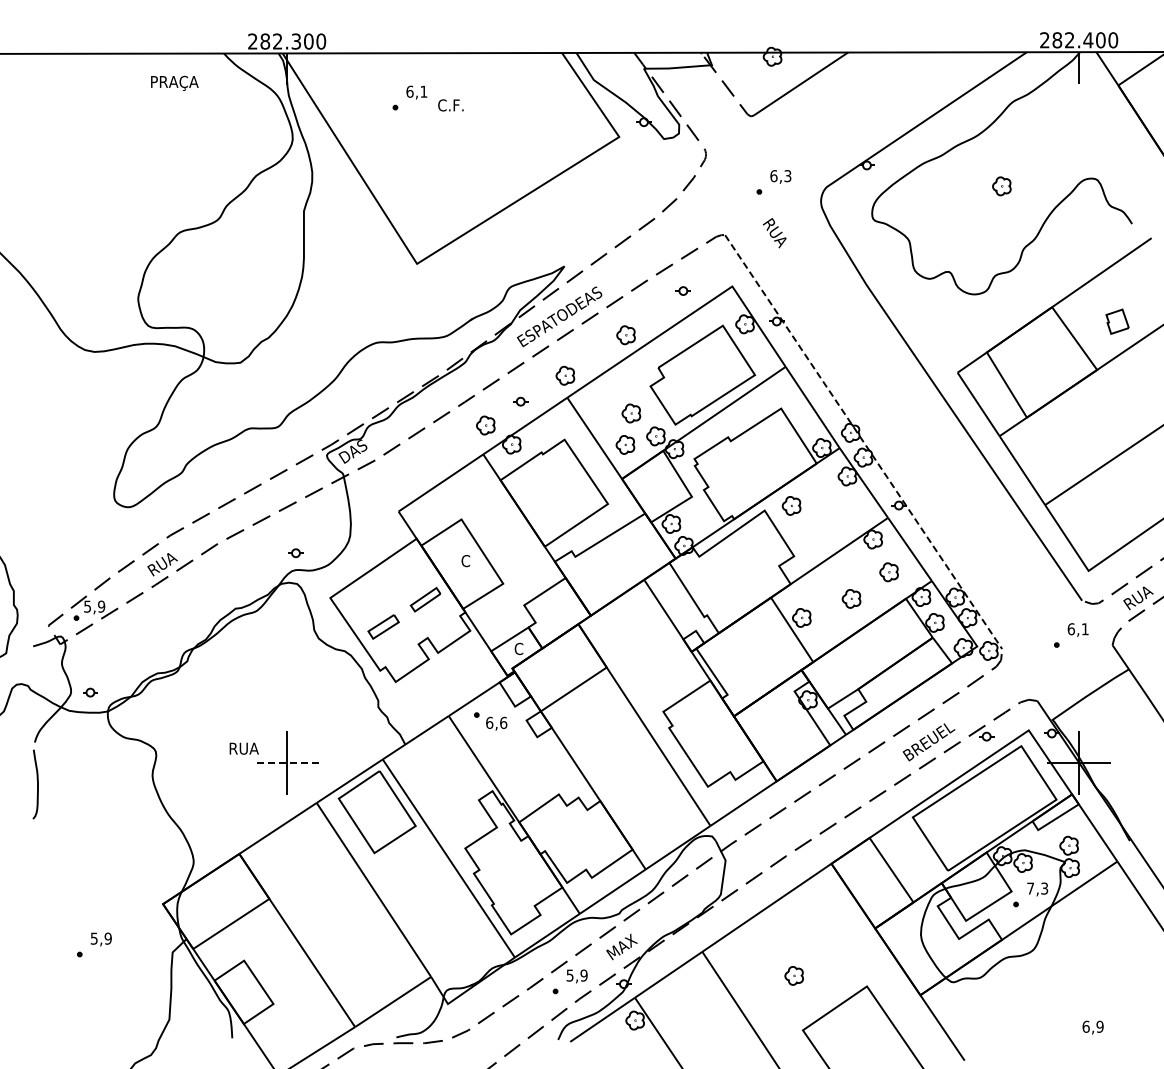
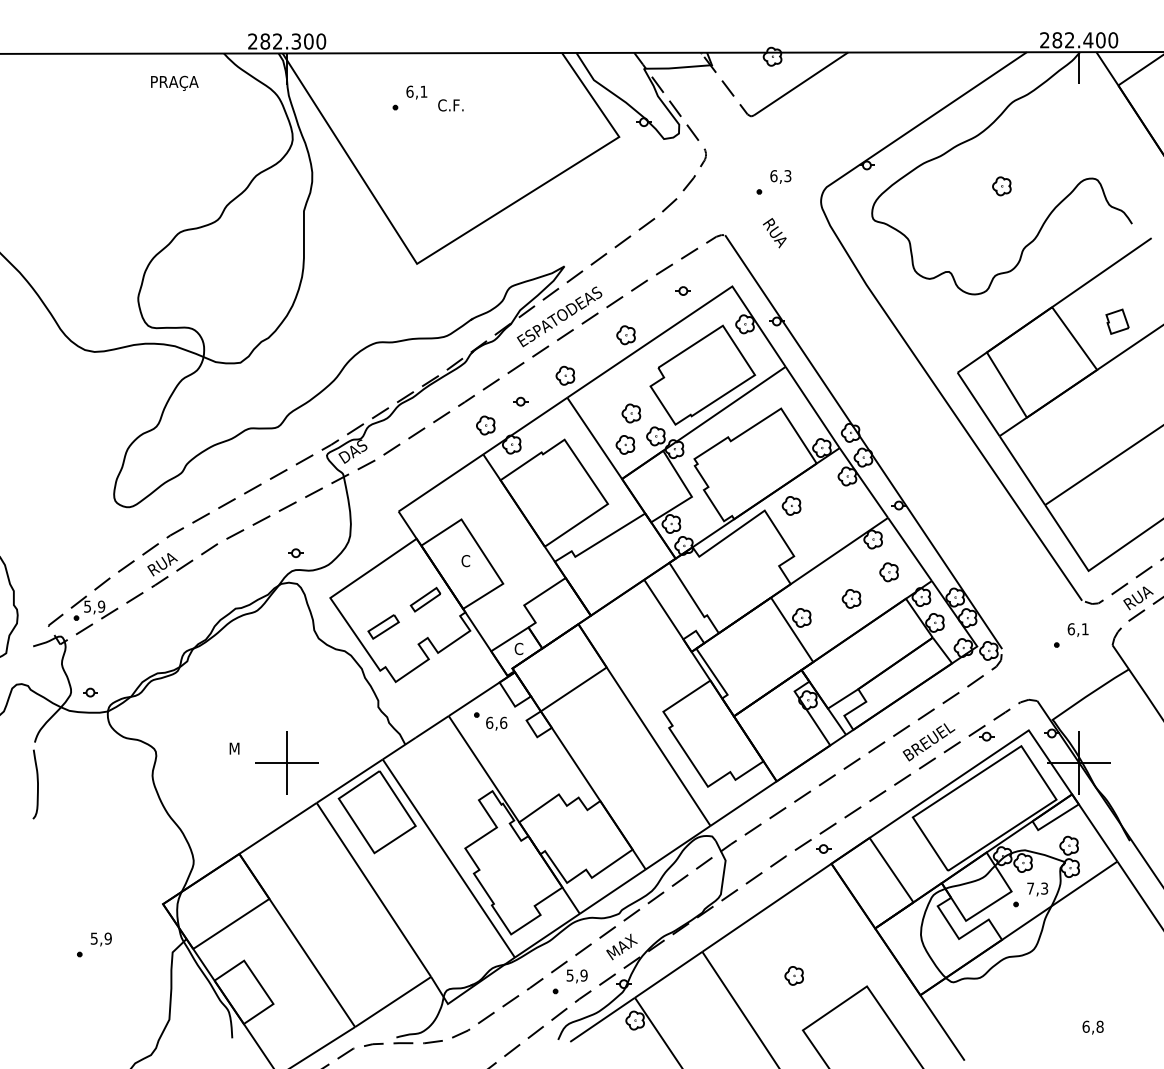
line at (864, 442): dashed -> solid
text at (244, 748): RUA -> M
line at (287, 763): dashed -> solid
part at (823, 848): none -> present
text at (1099, 1026): 6,9 -> 6,8
